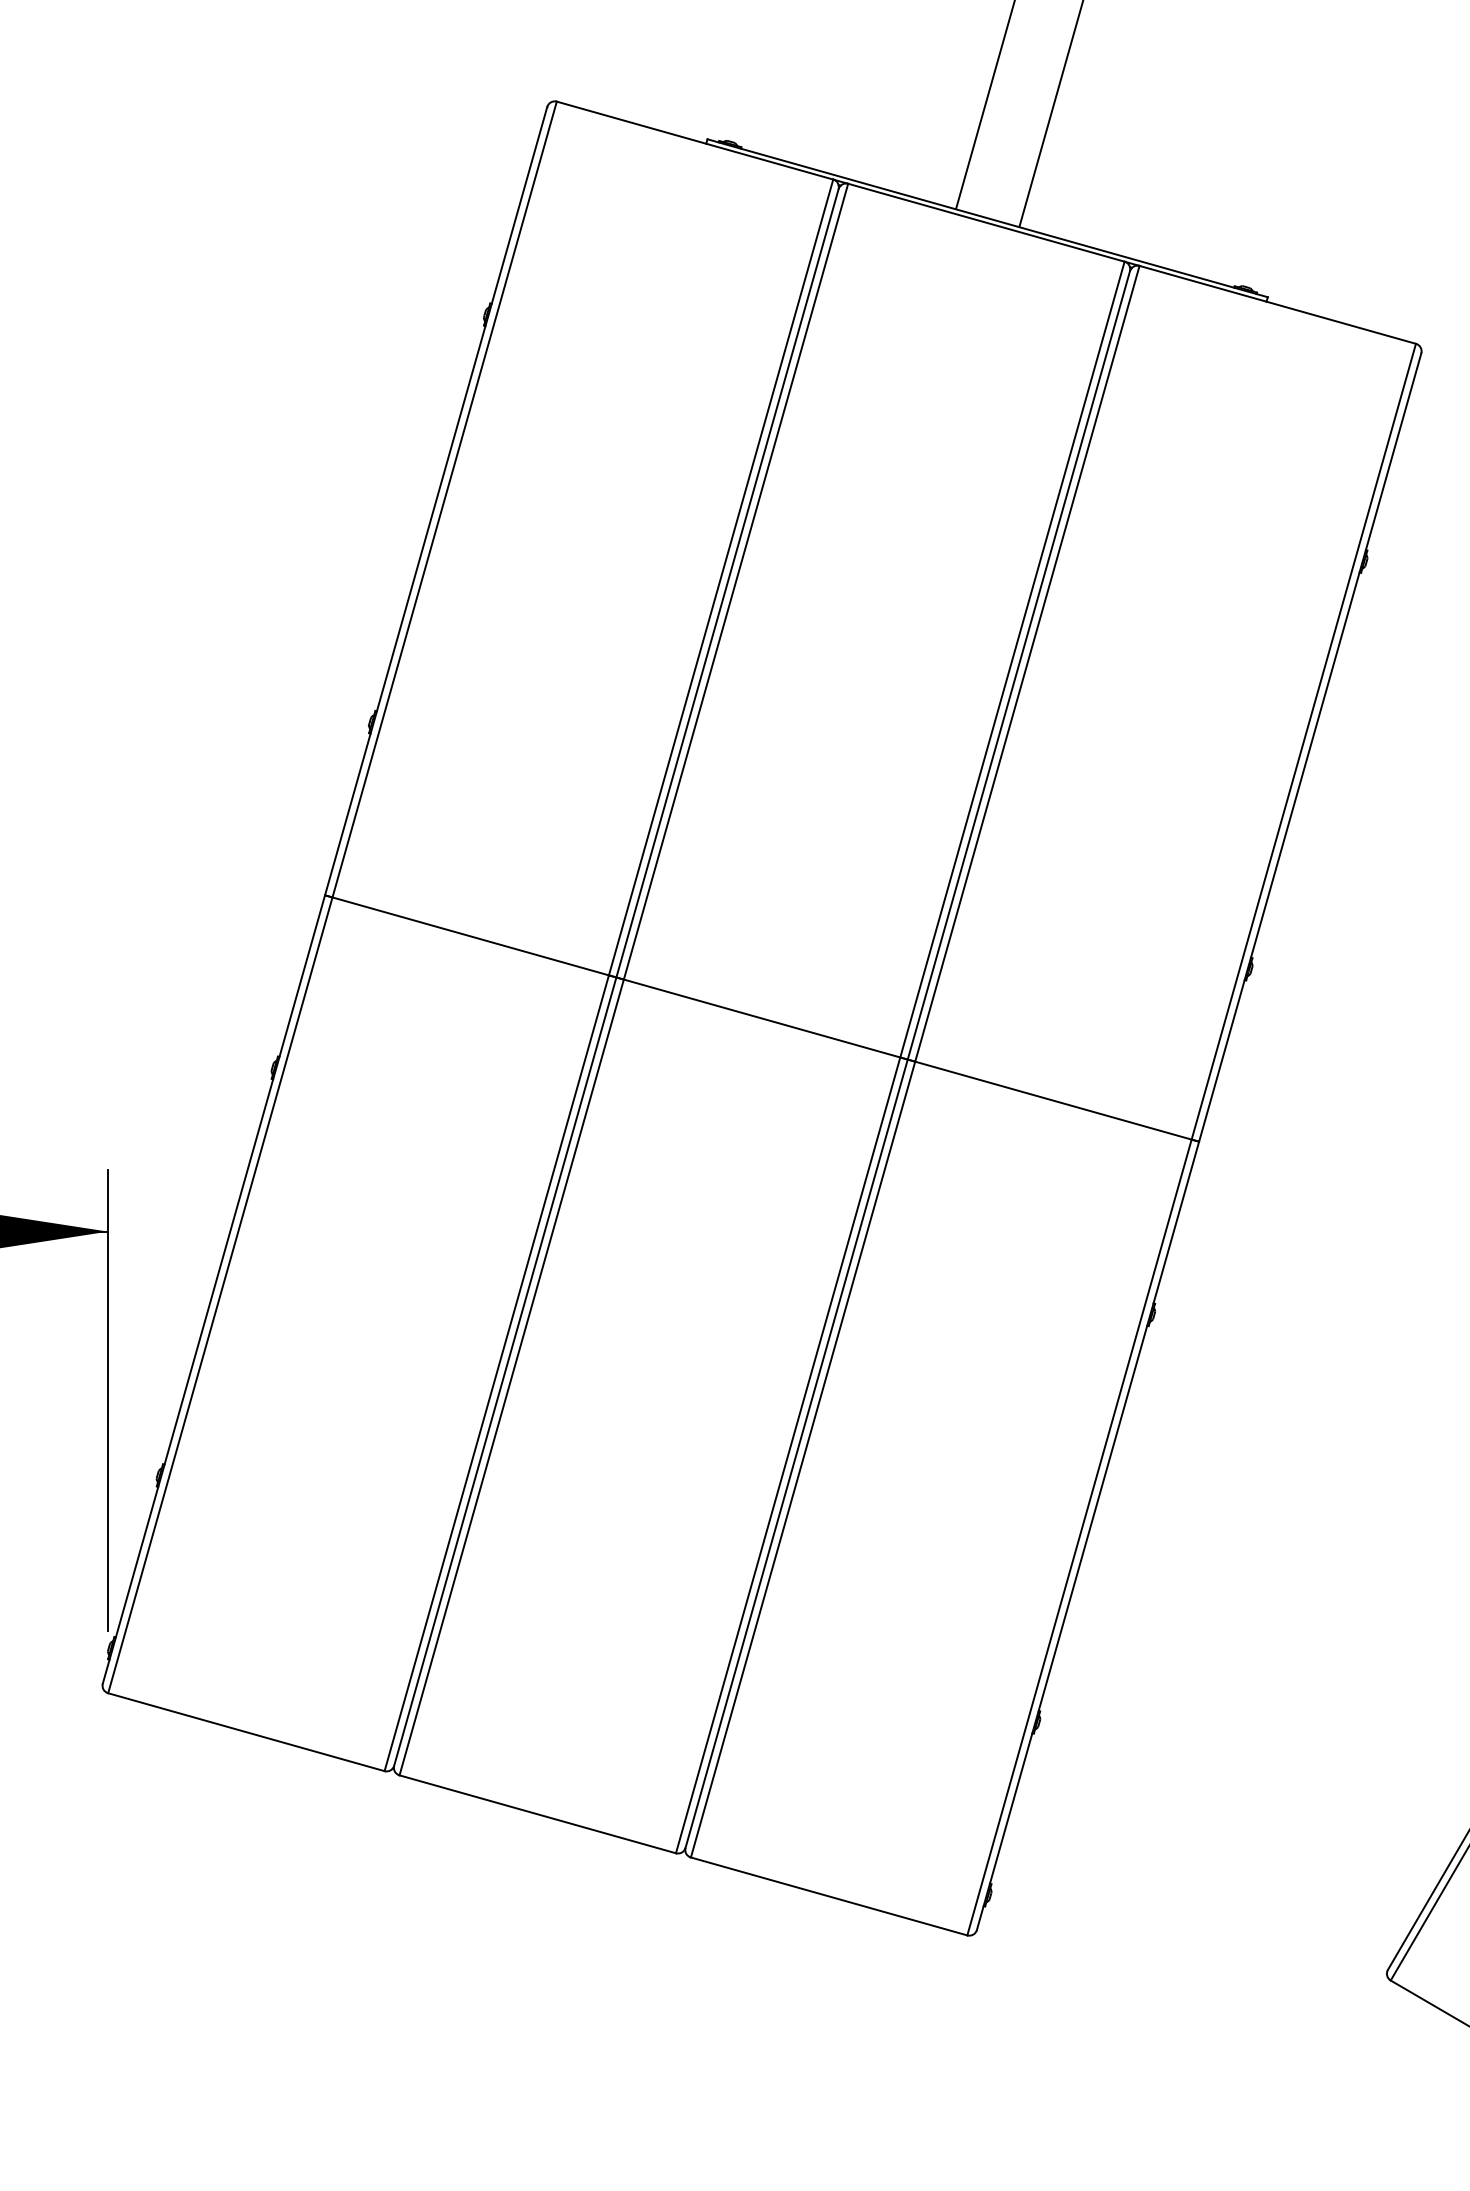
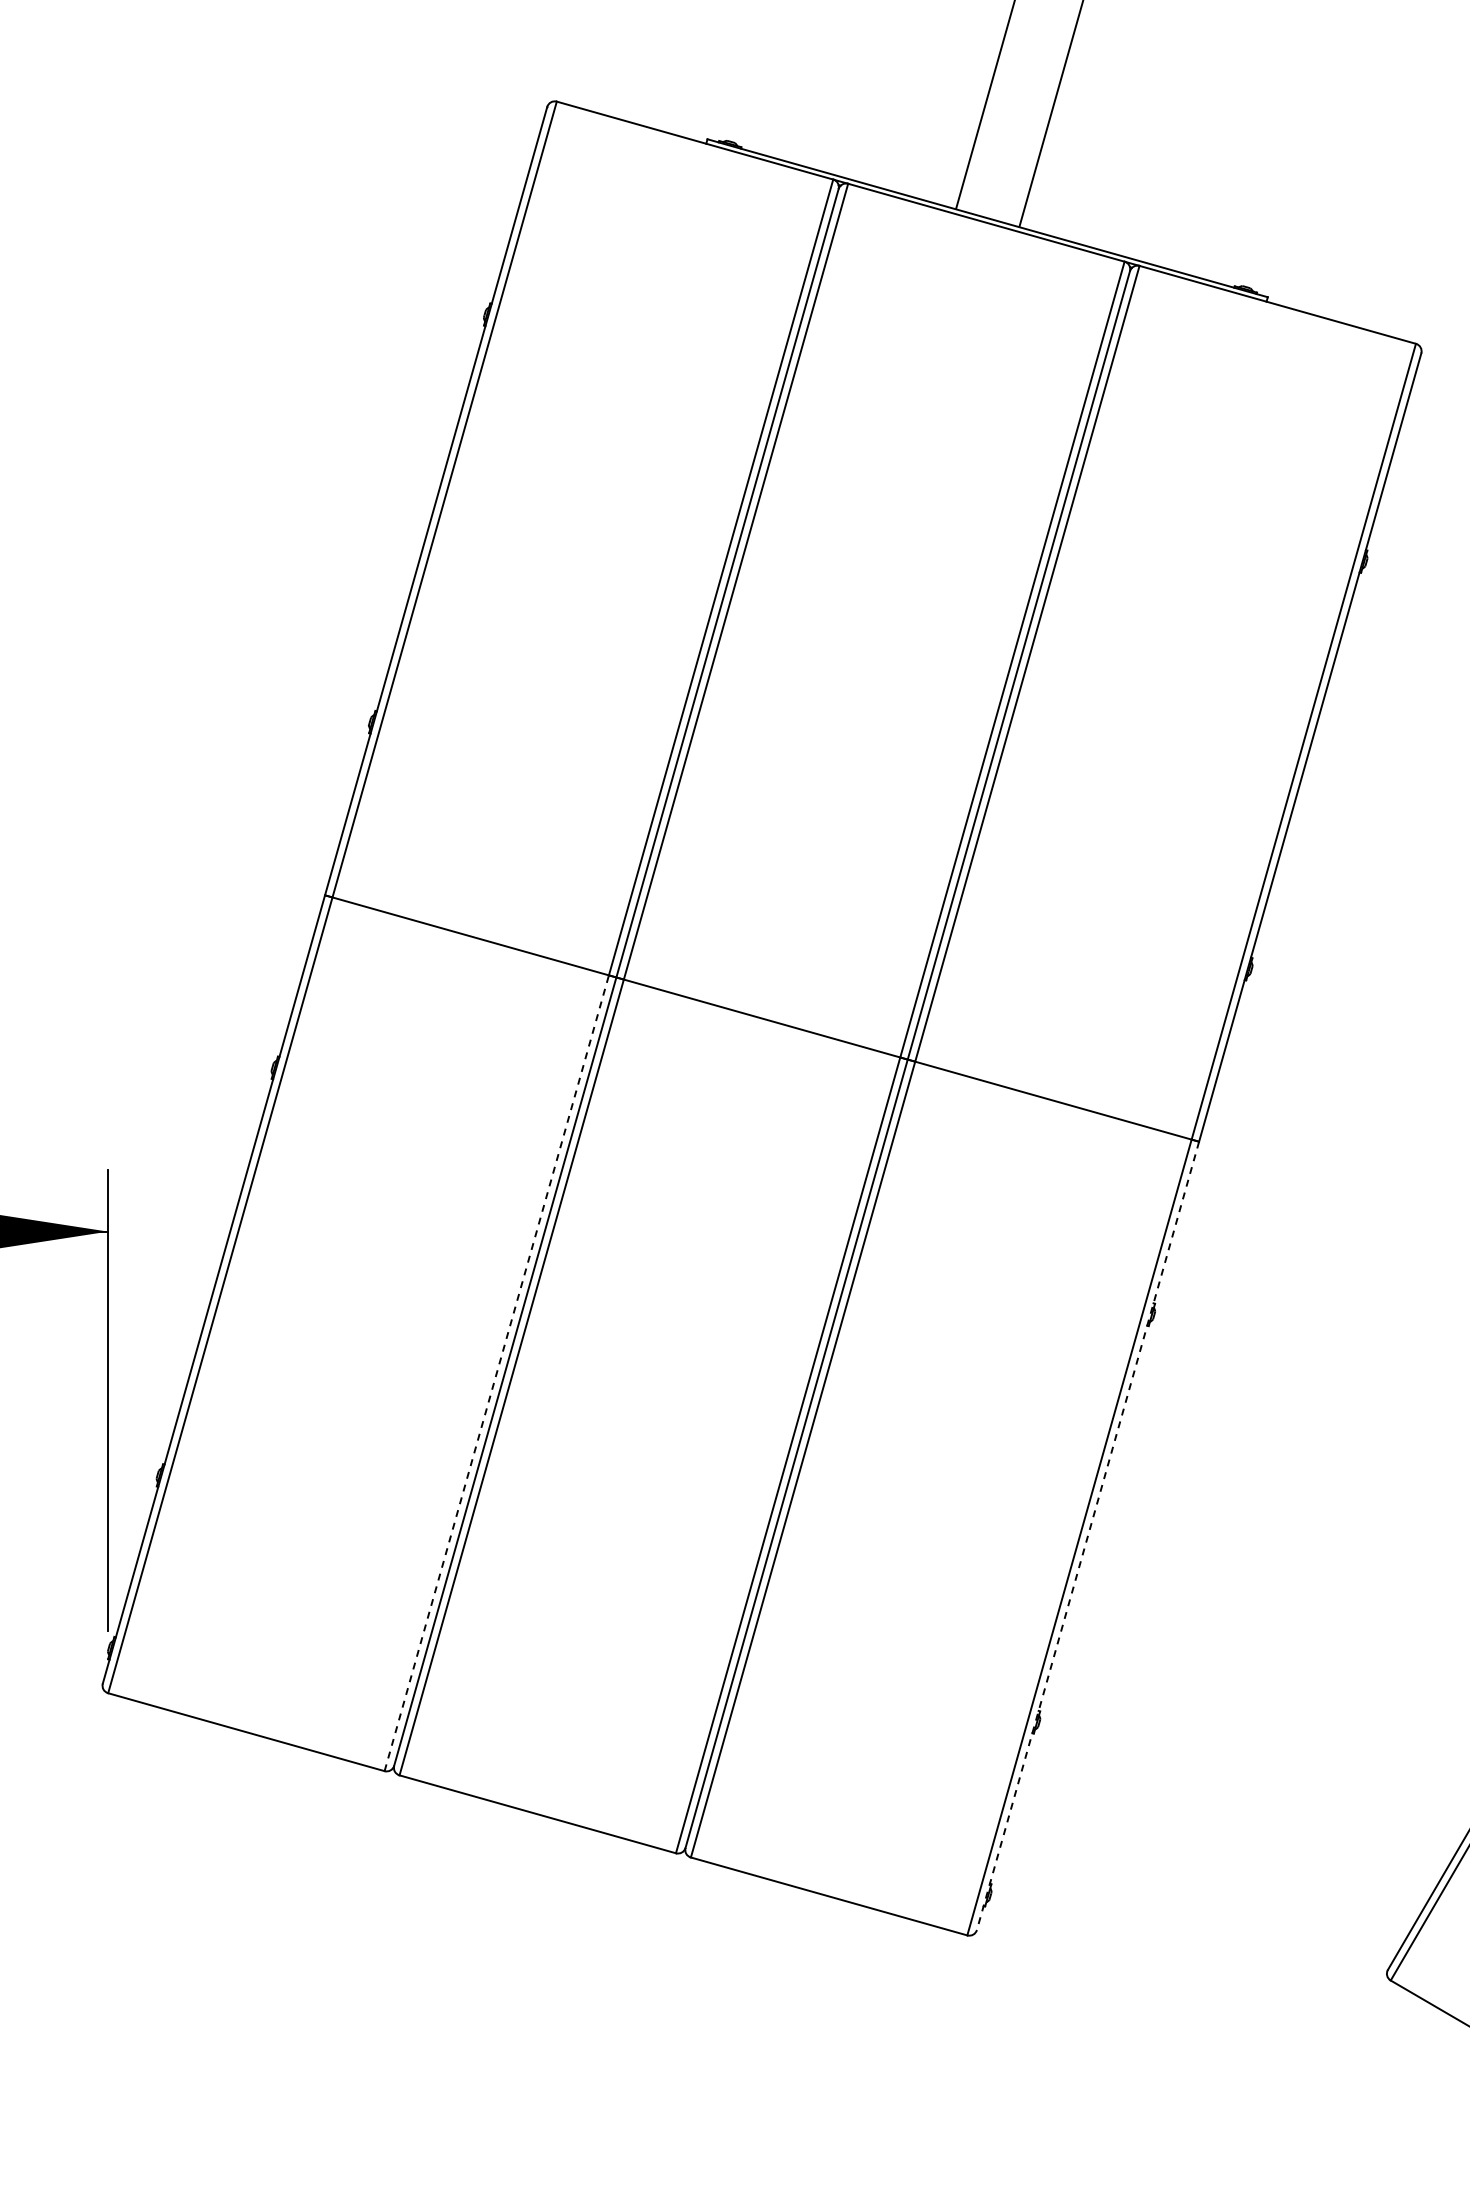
line at (496, 1372): solid -> dashed
line at (1088, 1535): solid -> dashed
